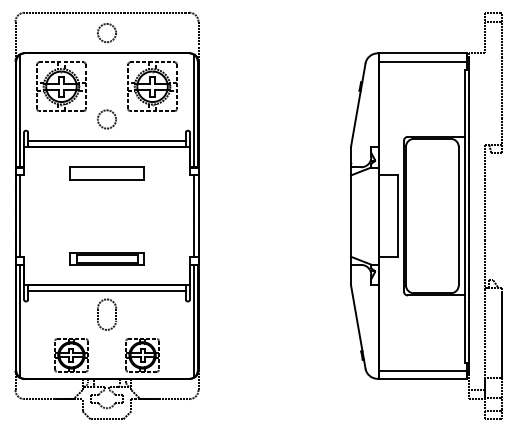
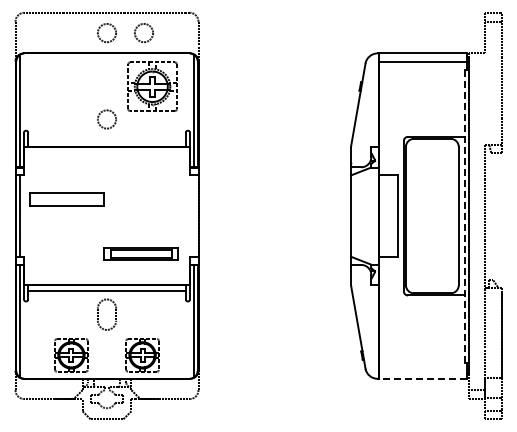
circle at (143, 33): none -> present
part at (61, 86): present -> none
line at (106, 140): present -> none
part at (106, 173) position: (106, 173) -> (66, 199)
line at (194, 215): present -> none
line at (464, 216): solid -> dashed
part at (106, 258) position: (106, 258) -> (140, 253)
line at (422, 370): present -> none
line at (423, 378): solid -> dashed
